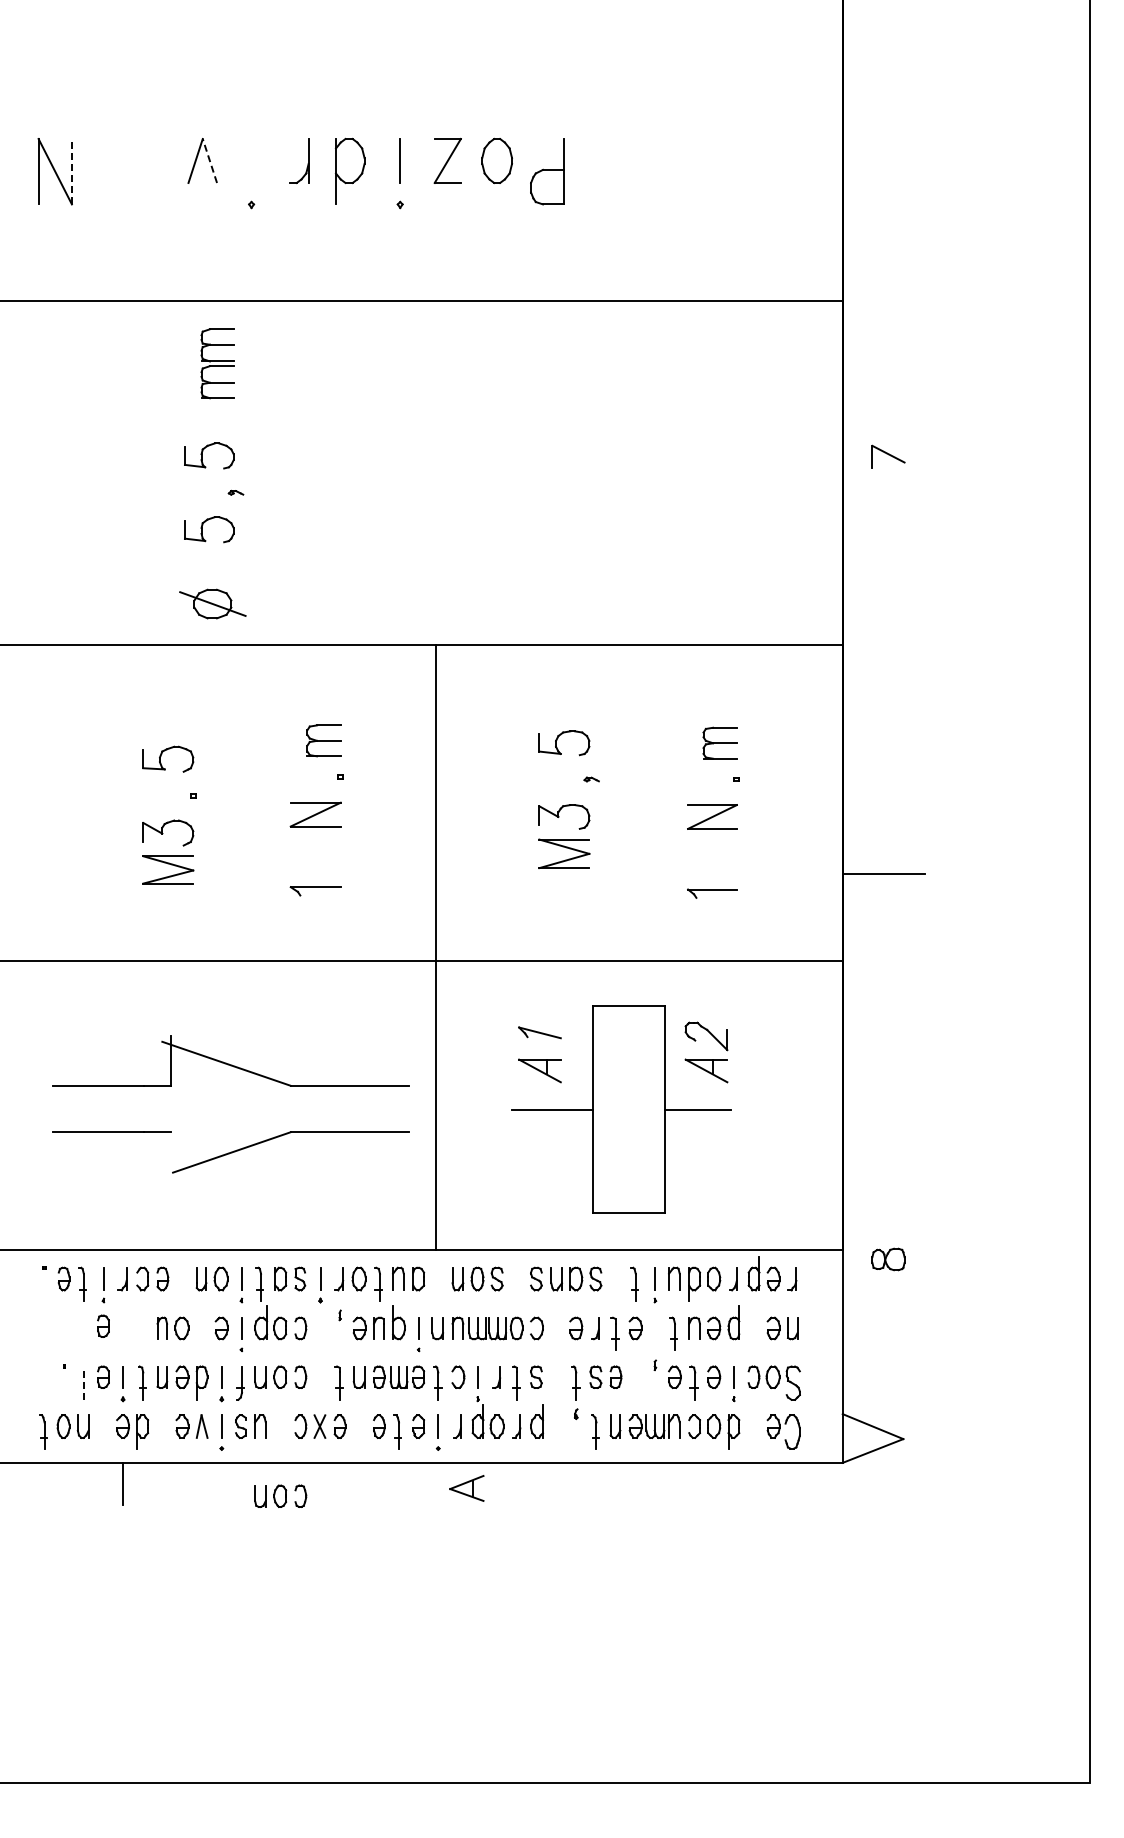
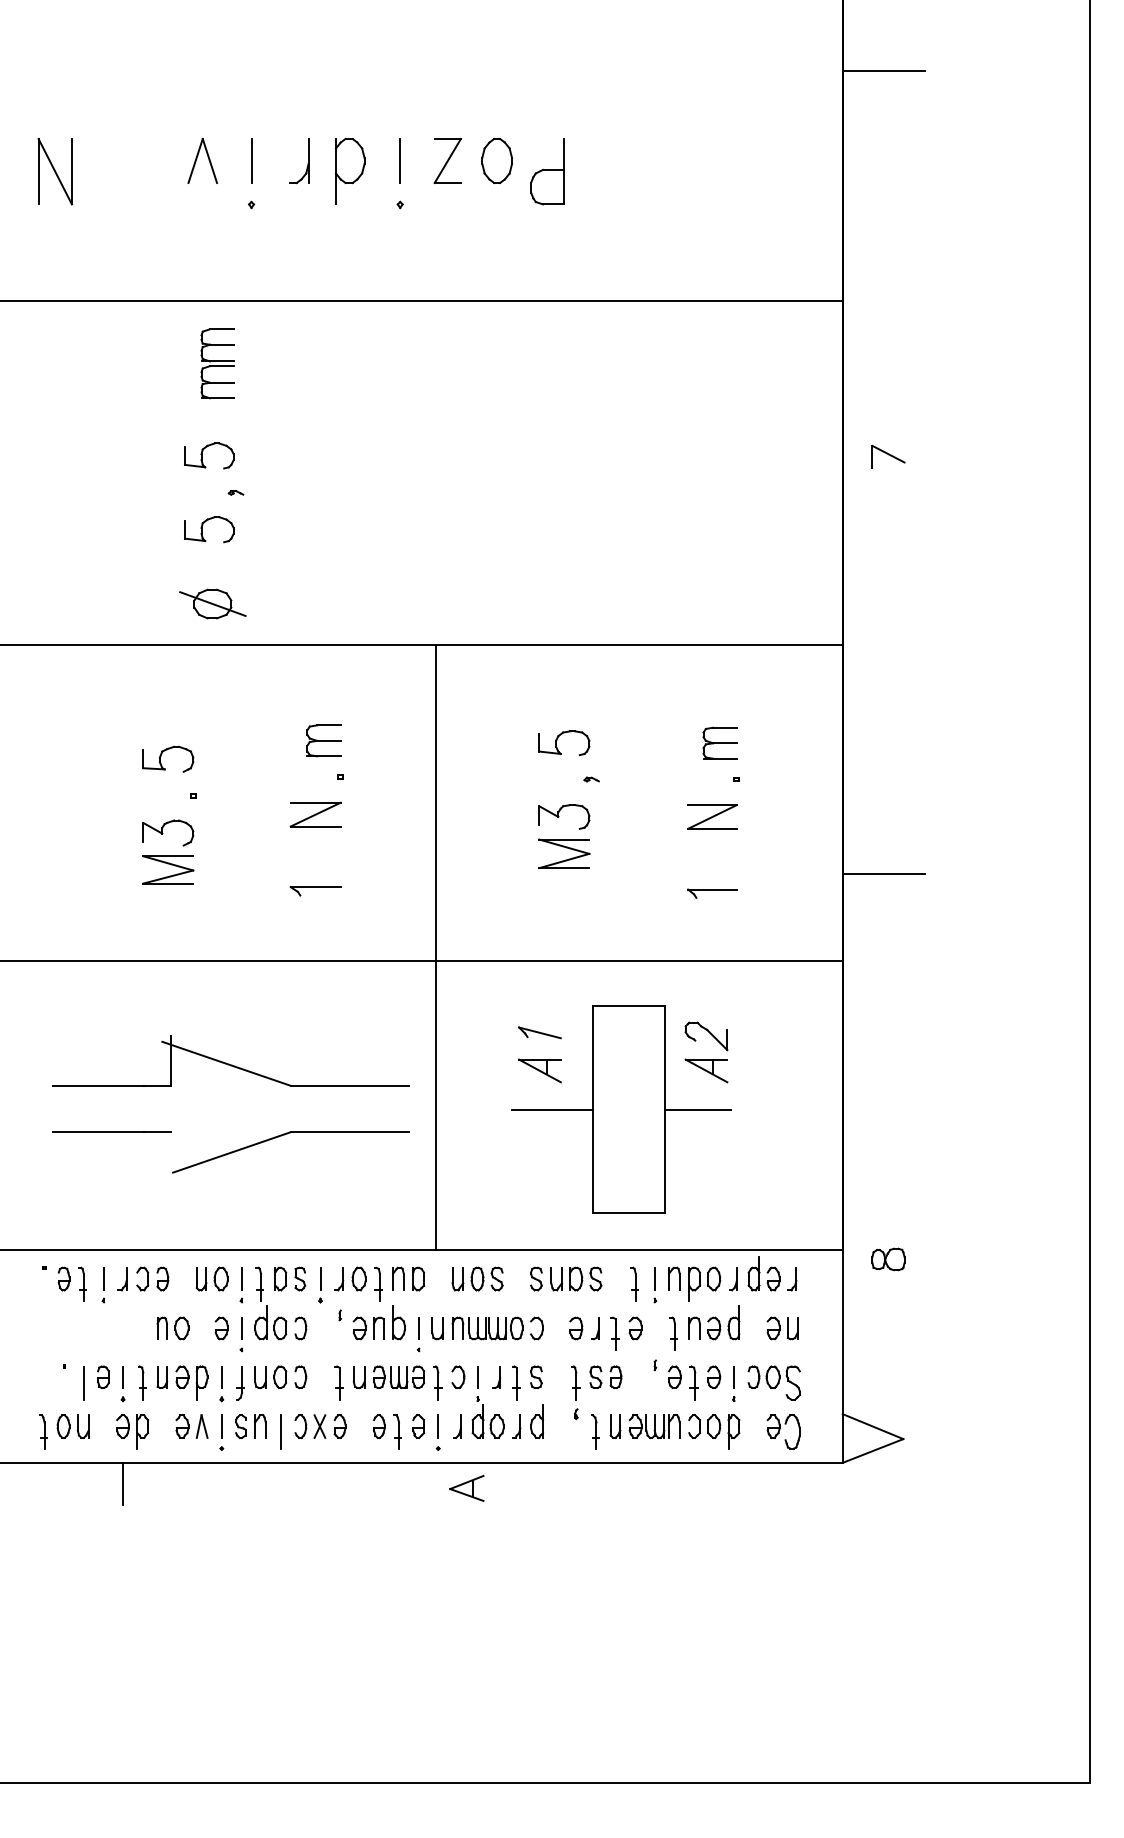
line at (883, 71): none -> present
line at (209, 160): dashed -> solid
line at (251, 160): none -> present
line at (71, 171): dashed -> solid
part at (103, 1325): present -> none
line at (83, 1383): dashed -> solid
line at (281, 1431): none -> present
part at (280, 1495): present -> none
